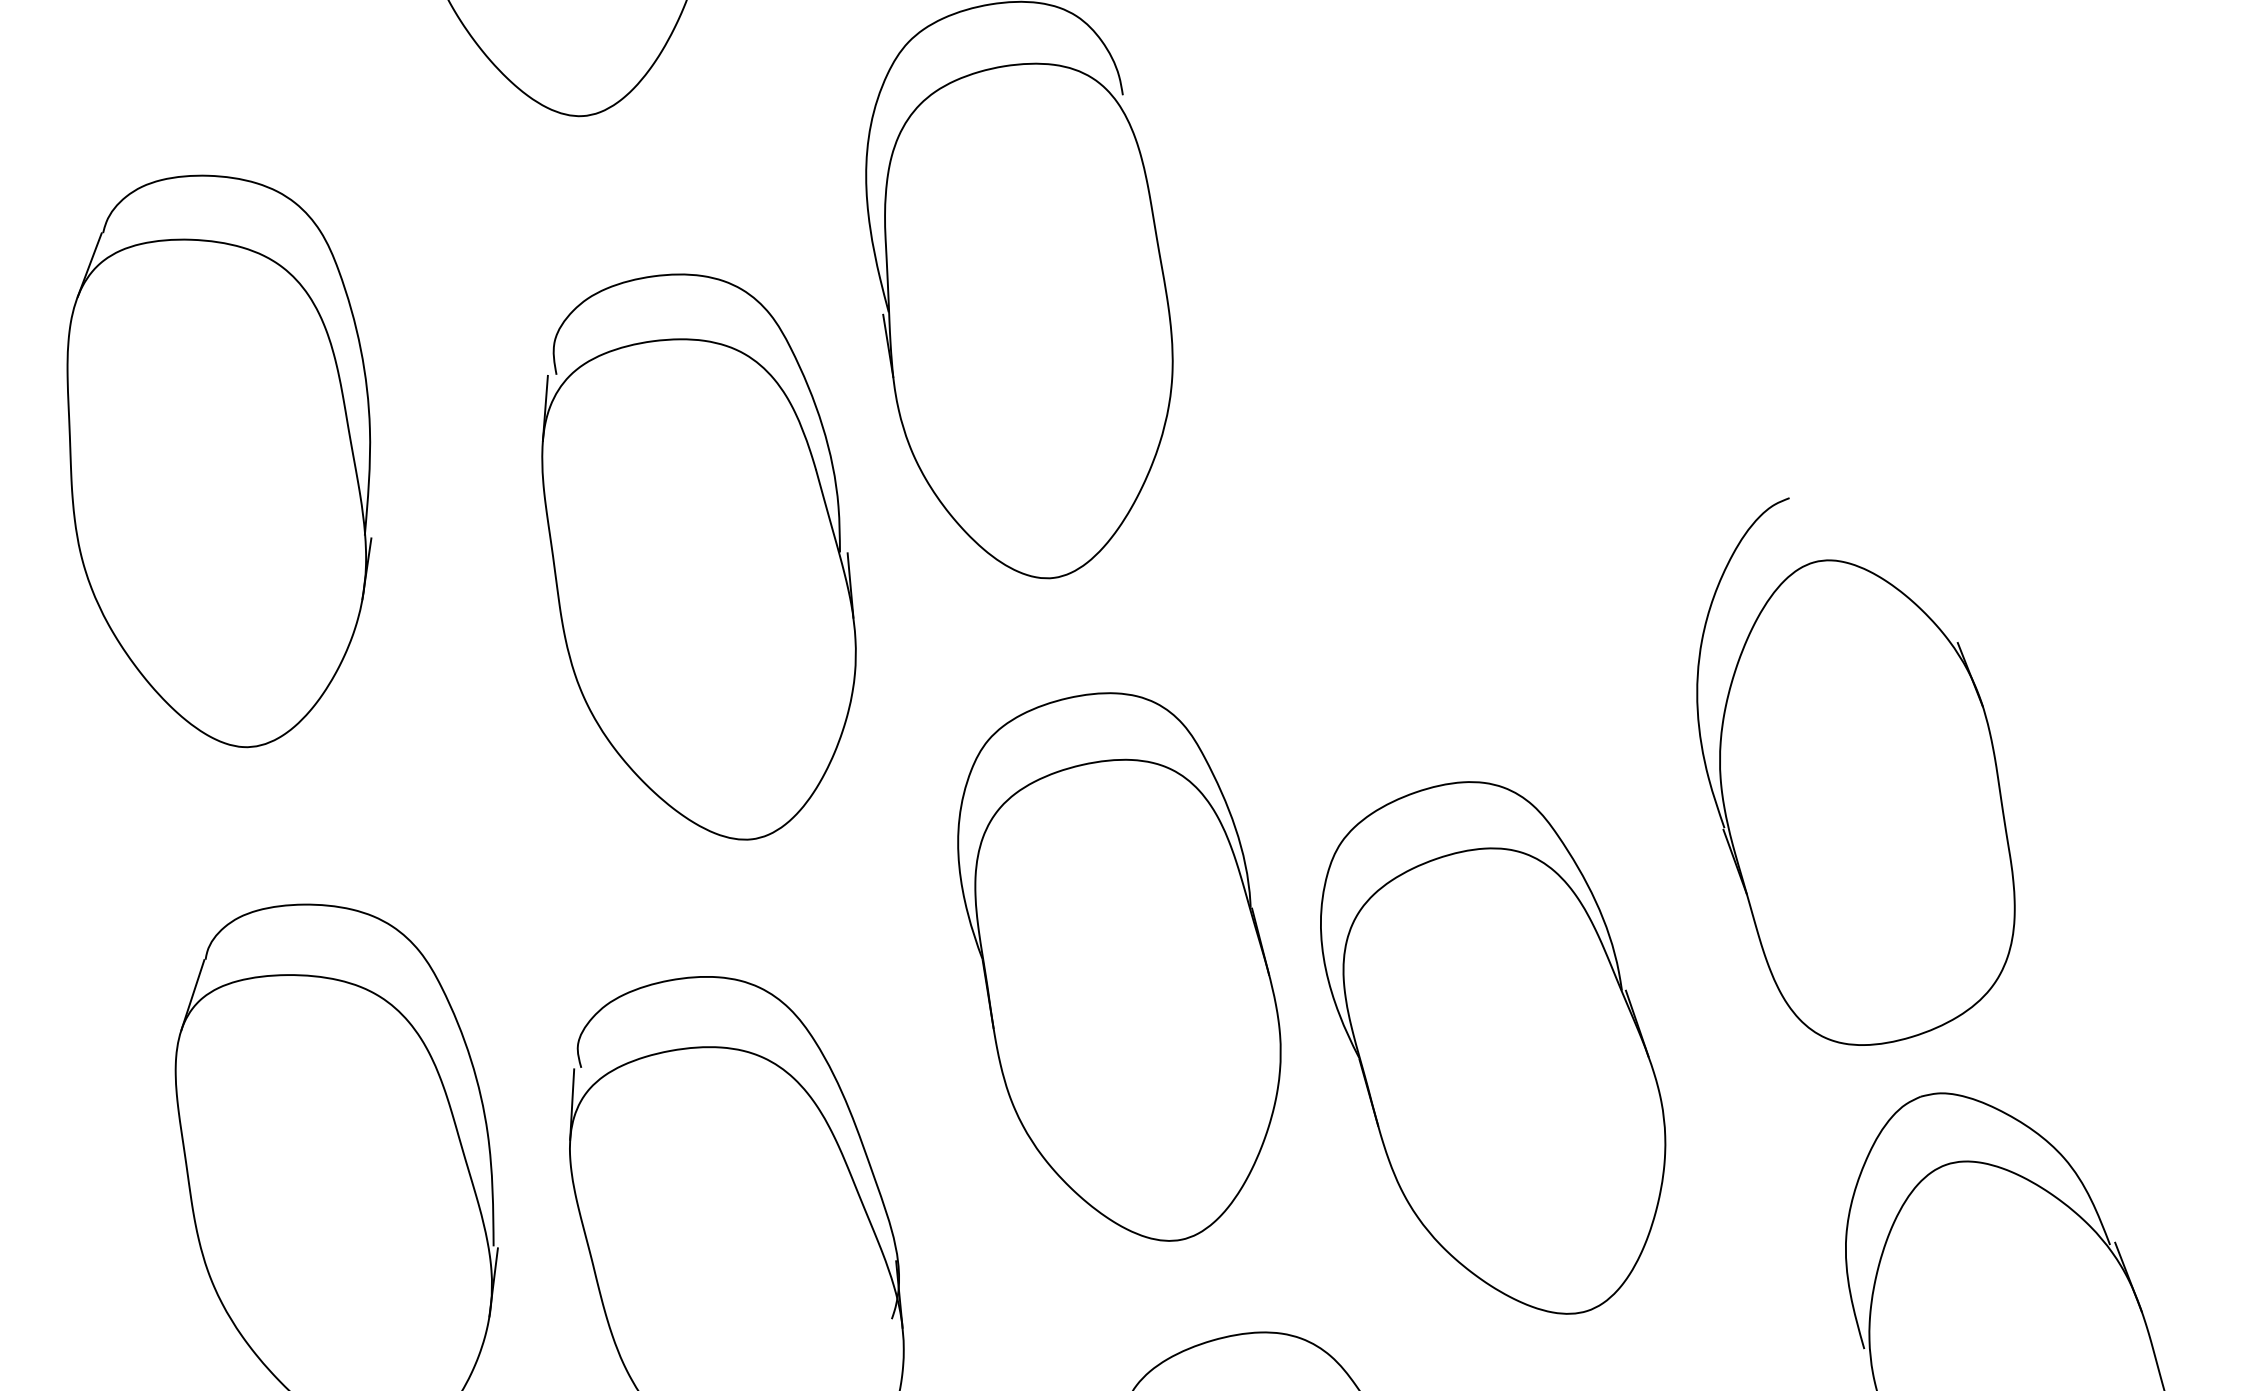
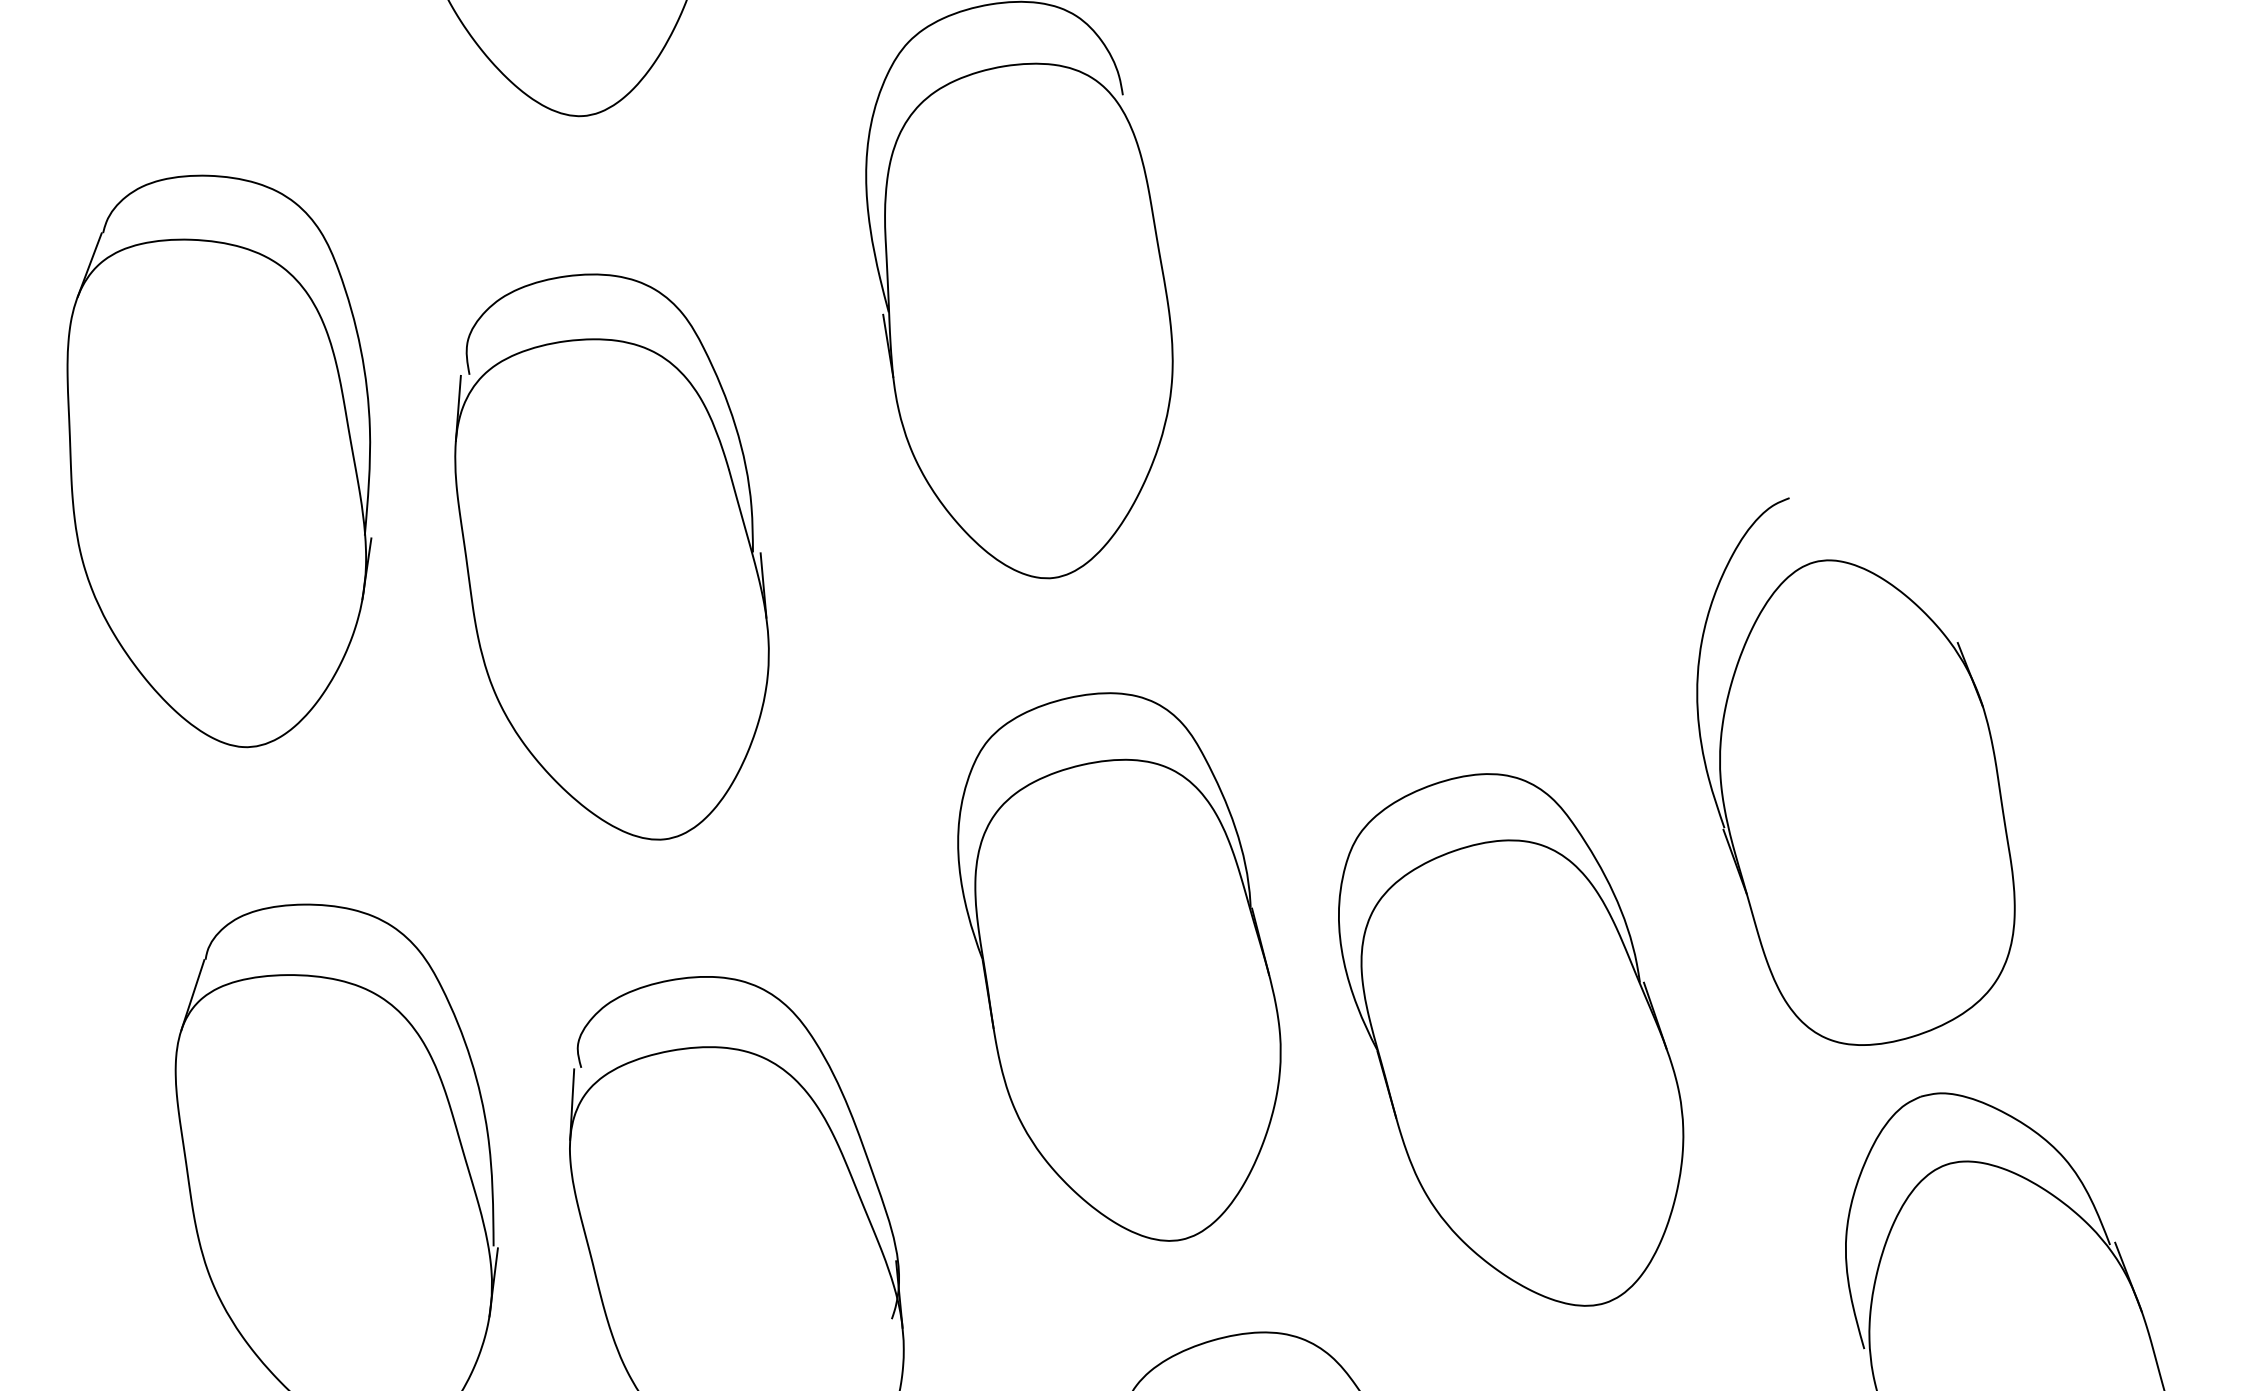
part at (698, 556) position: (698, 556) -> (611, 556)
part at (1493, 1047) position: (1493, 1047) -> (1511, 1039)
